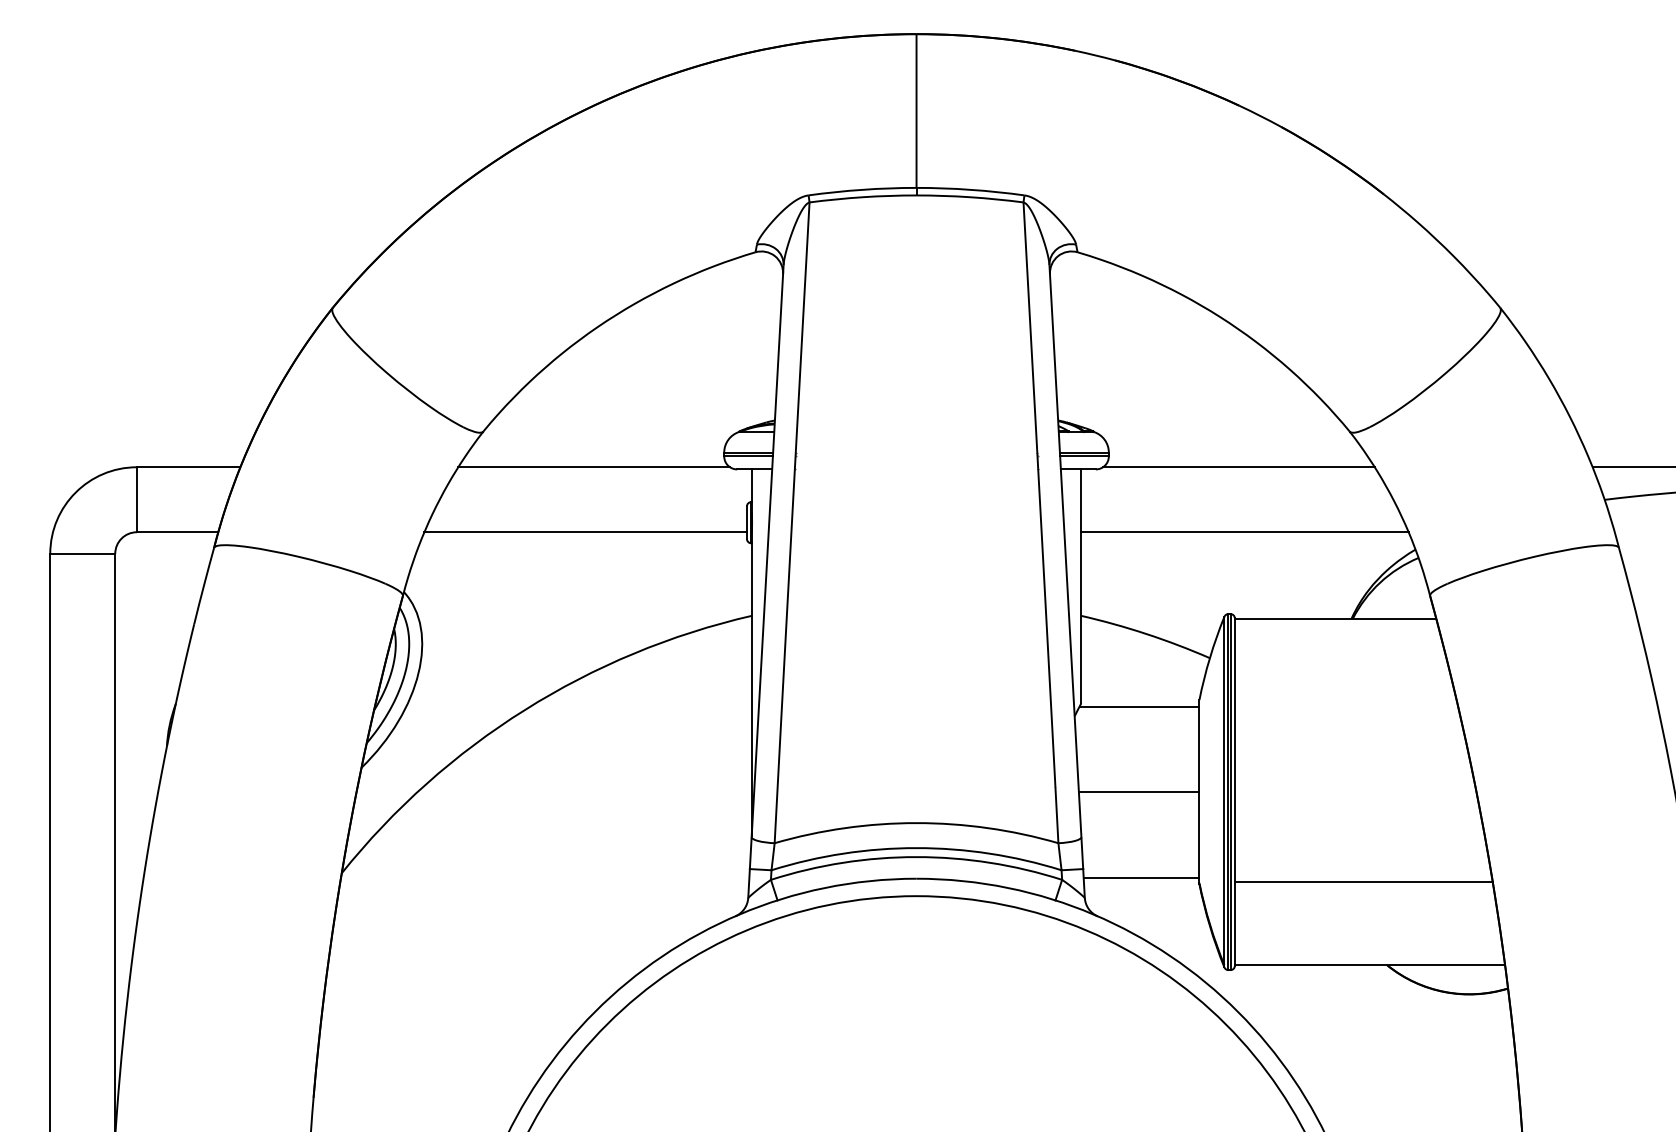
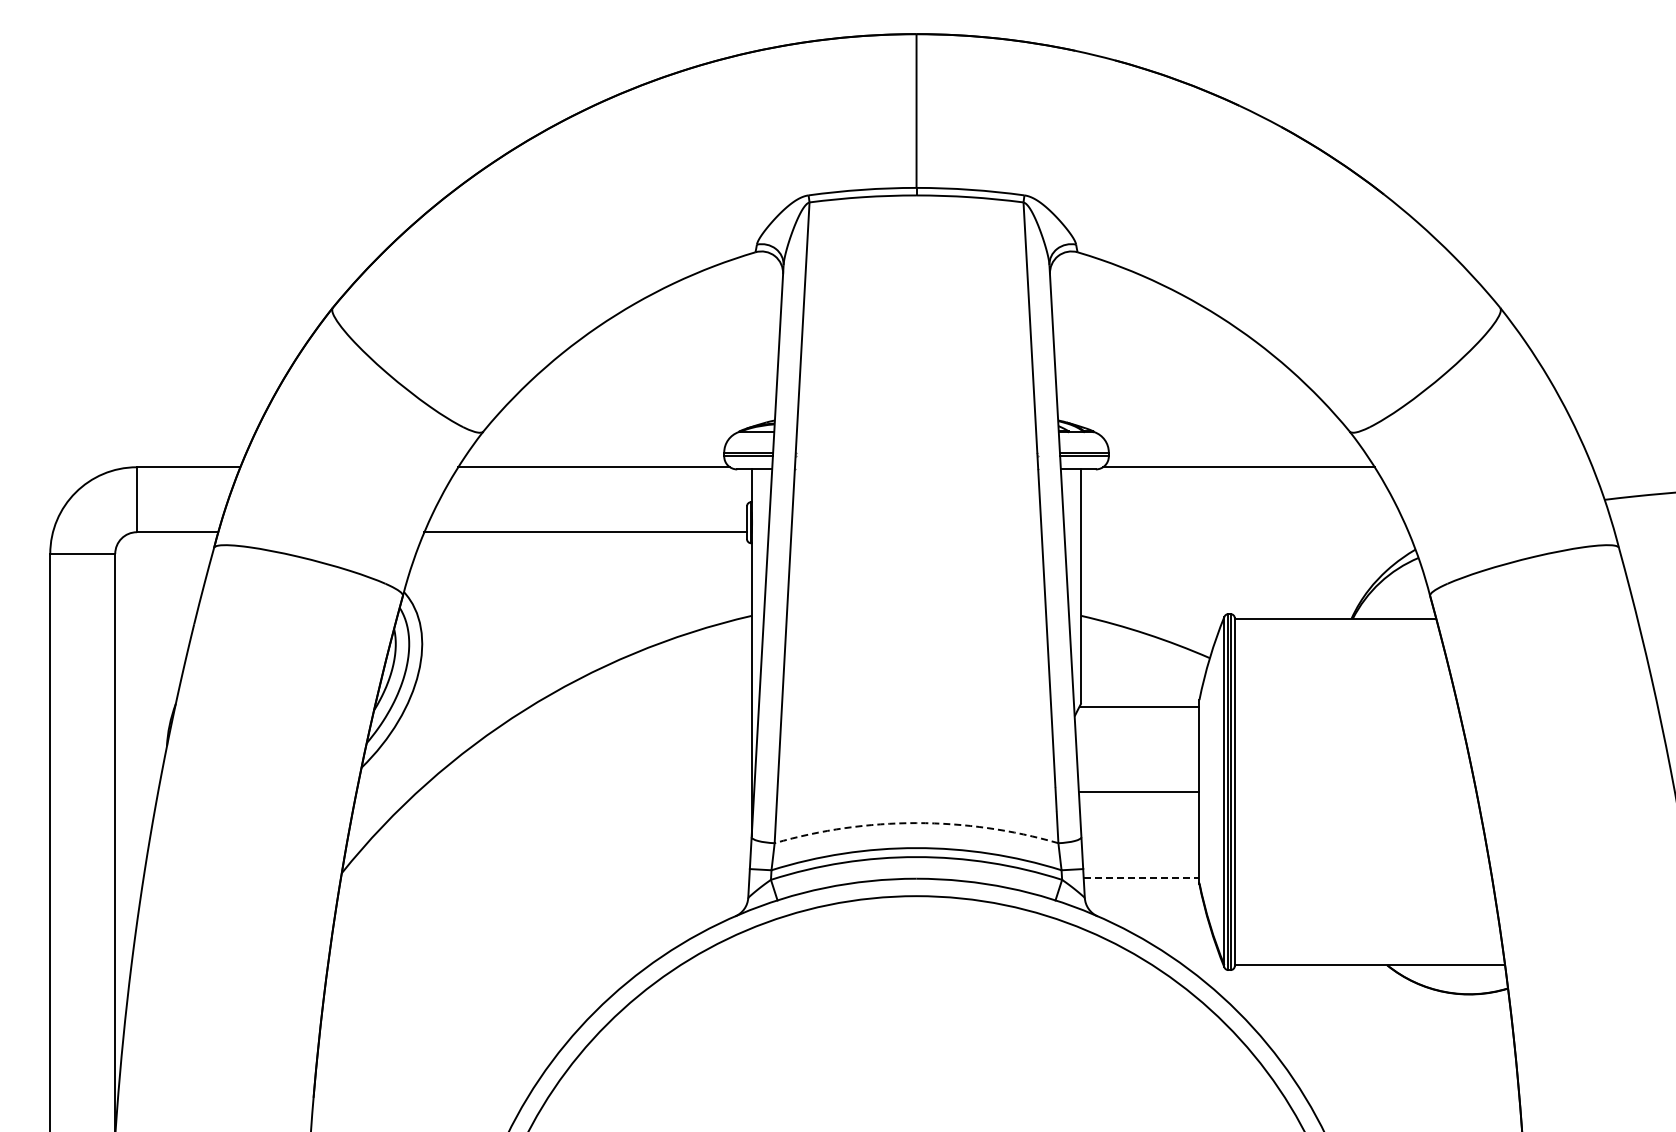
line at (1632, 467): present -> none
line at (1244, 532): present -> none
arc at (916, 823): solid -> dashed
line at (1141, 877): solid -> dashed
line at (1363, 881): present -> none
